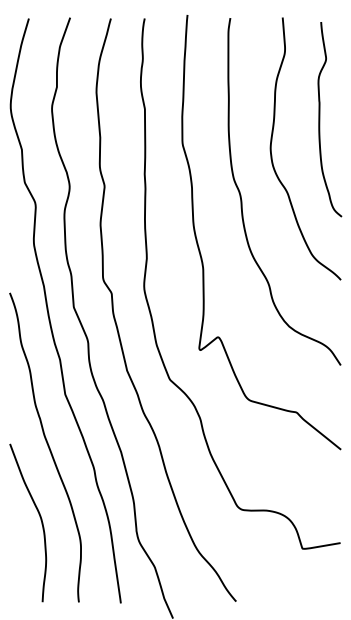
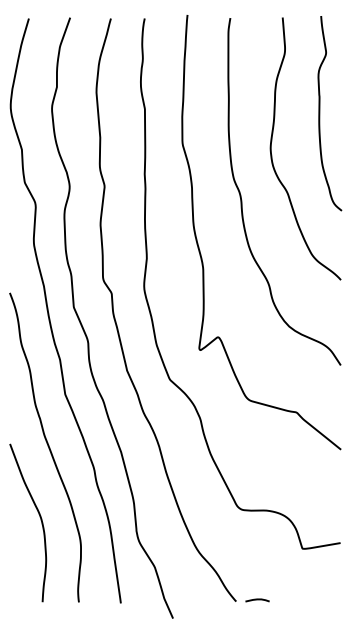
curve at (320, 119) position: (320, 119) -> (320, 113)
curve at (257, 600): none -> present
